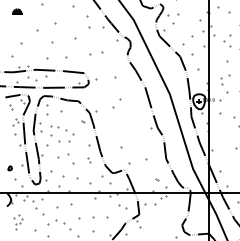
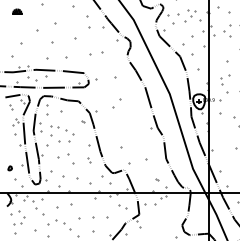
part at (190, 15): none -> present
part at (227, 40) position: (227, 40) -> (227, 30)
part at (18, 222) size: 11x17 px -> 16x25 px
